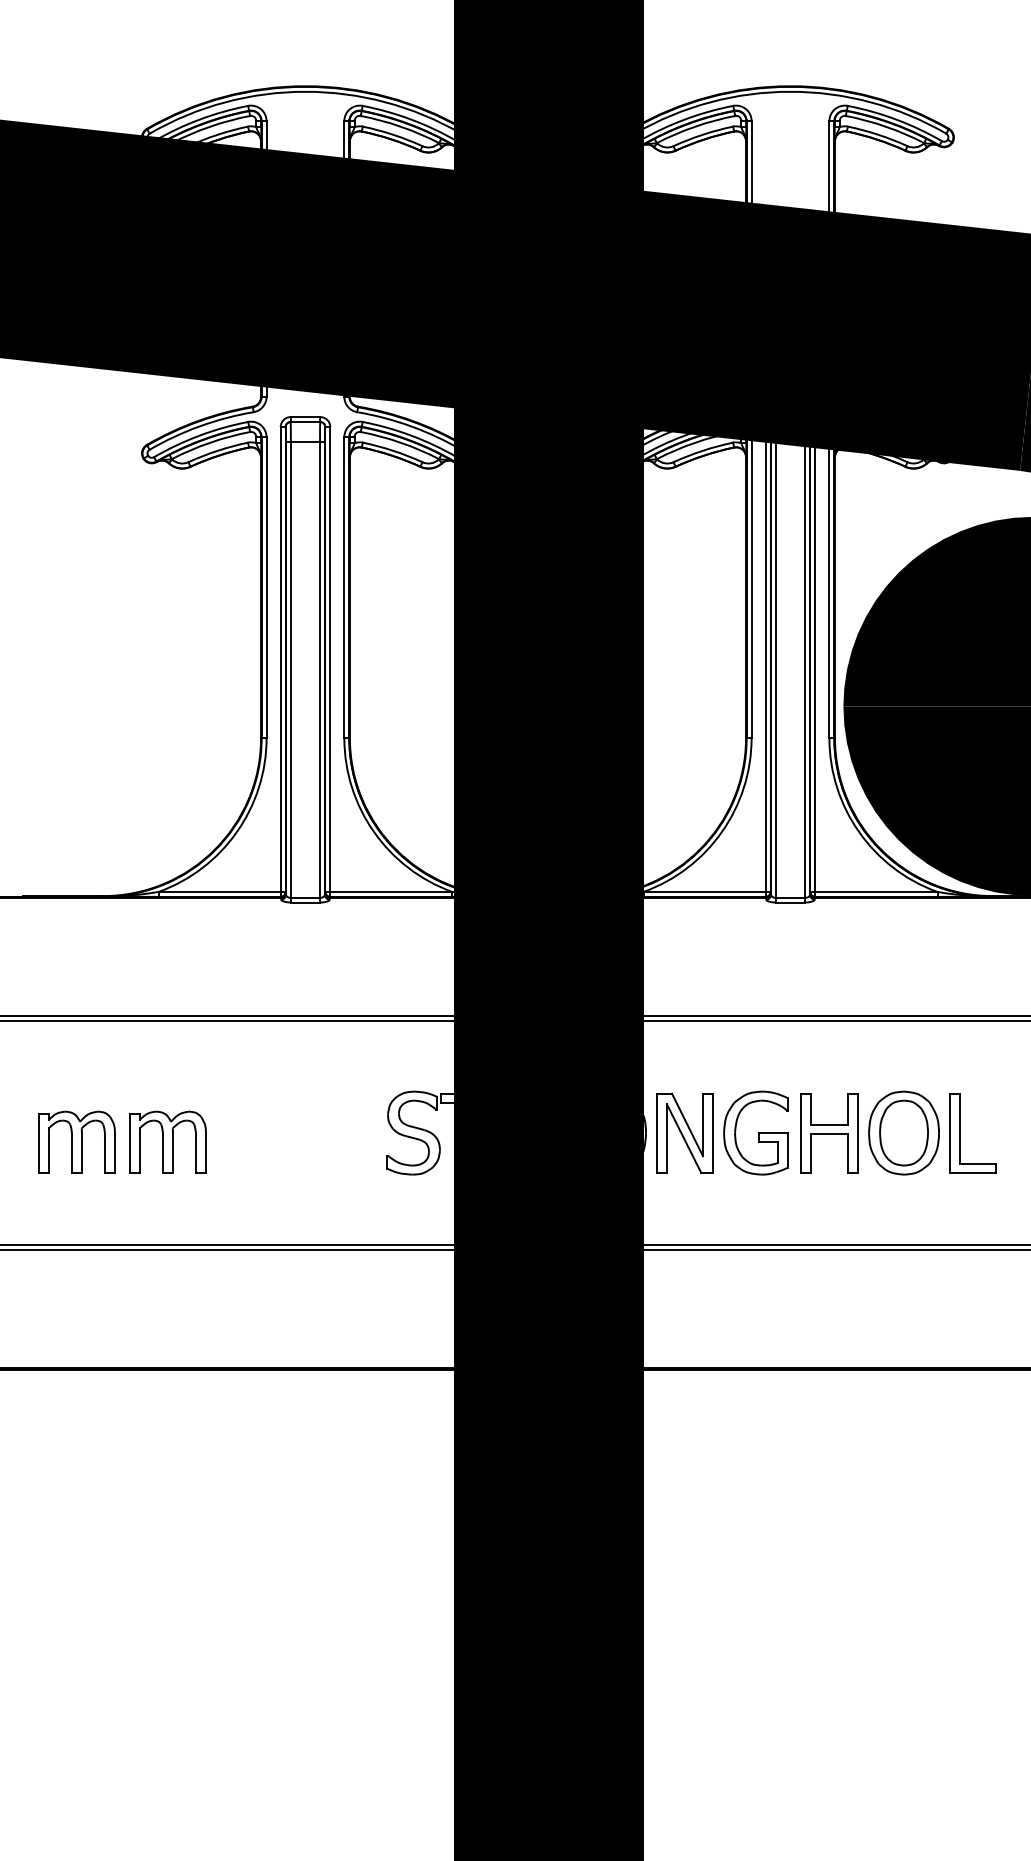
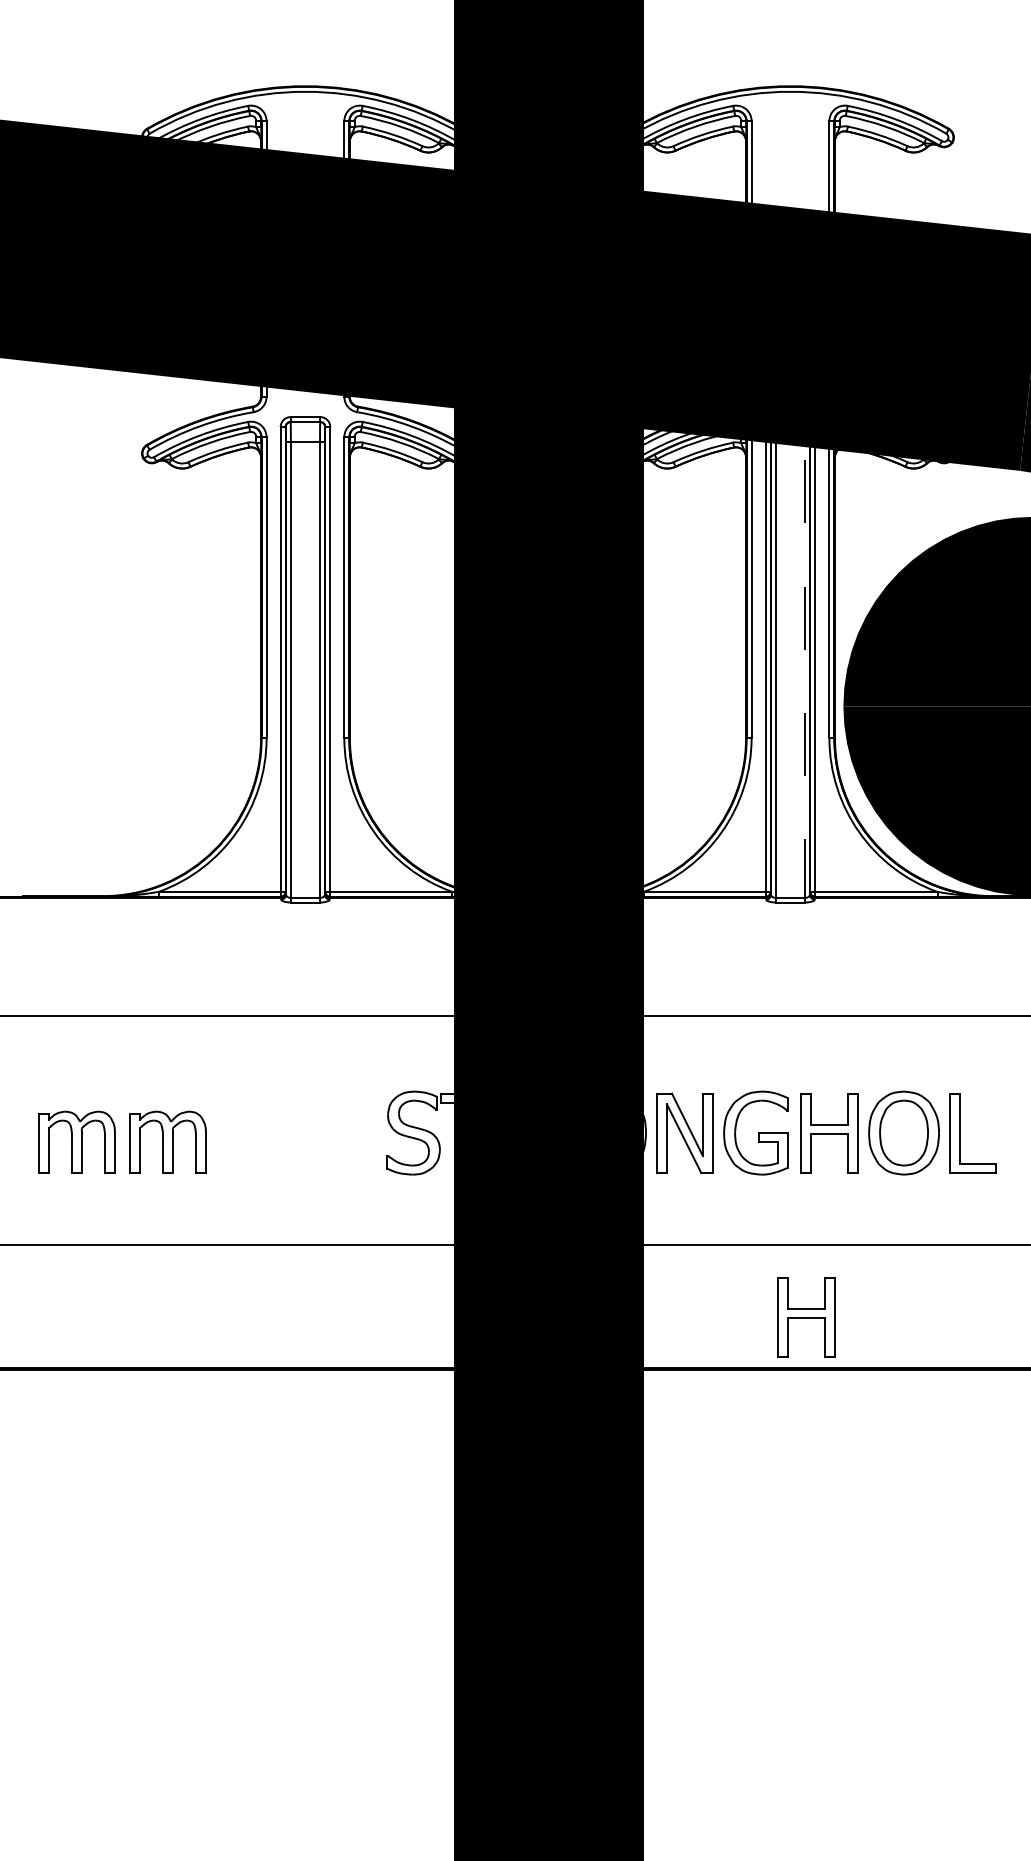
line at (805, 671): solid -> dashed
line at (514, 1021): present -> none
line at (514, 1249): present -> none
part at (806, 1317): none -> present
